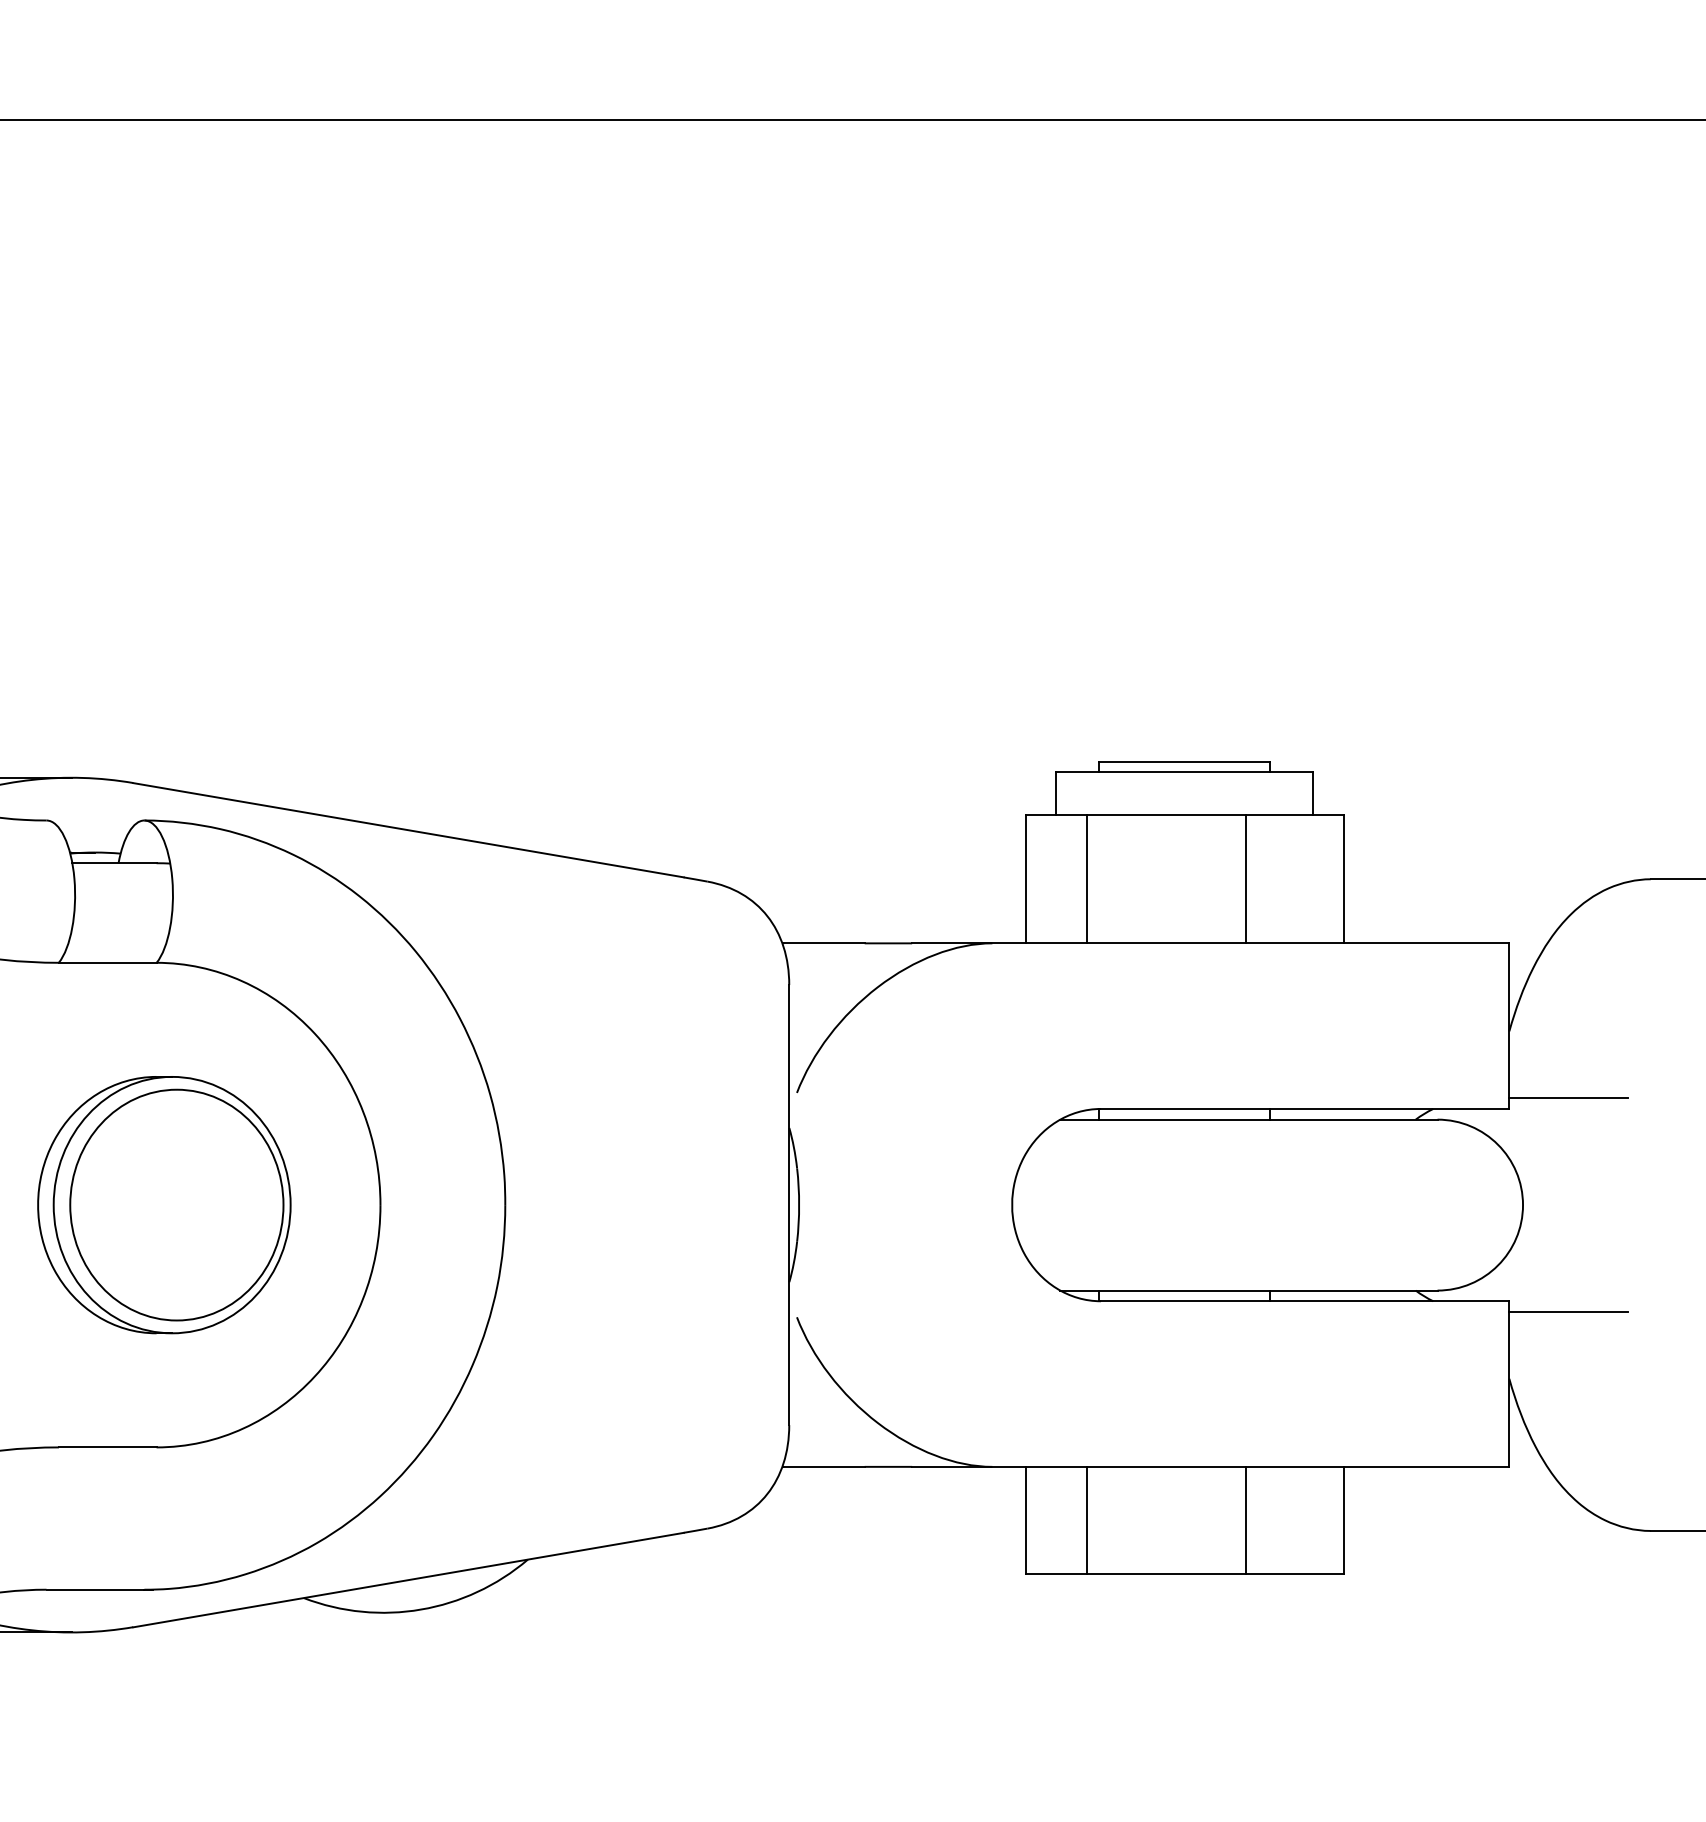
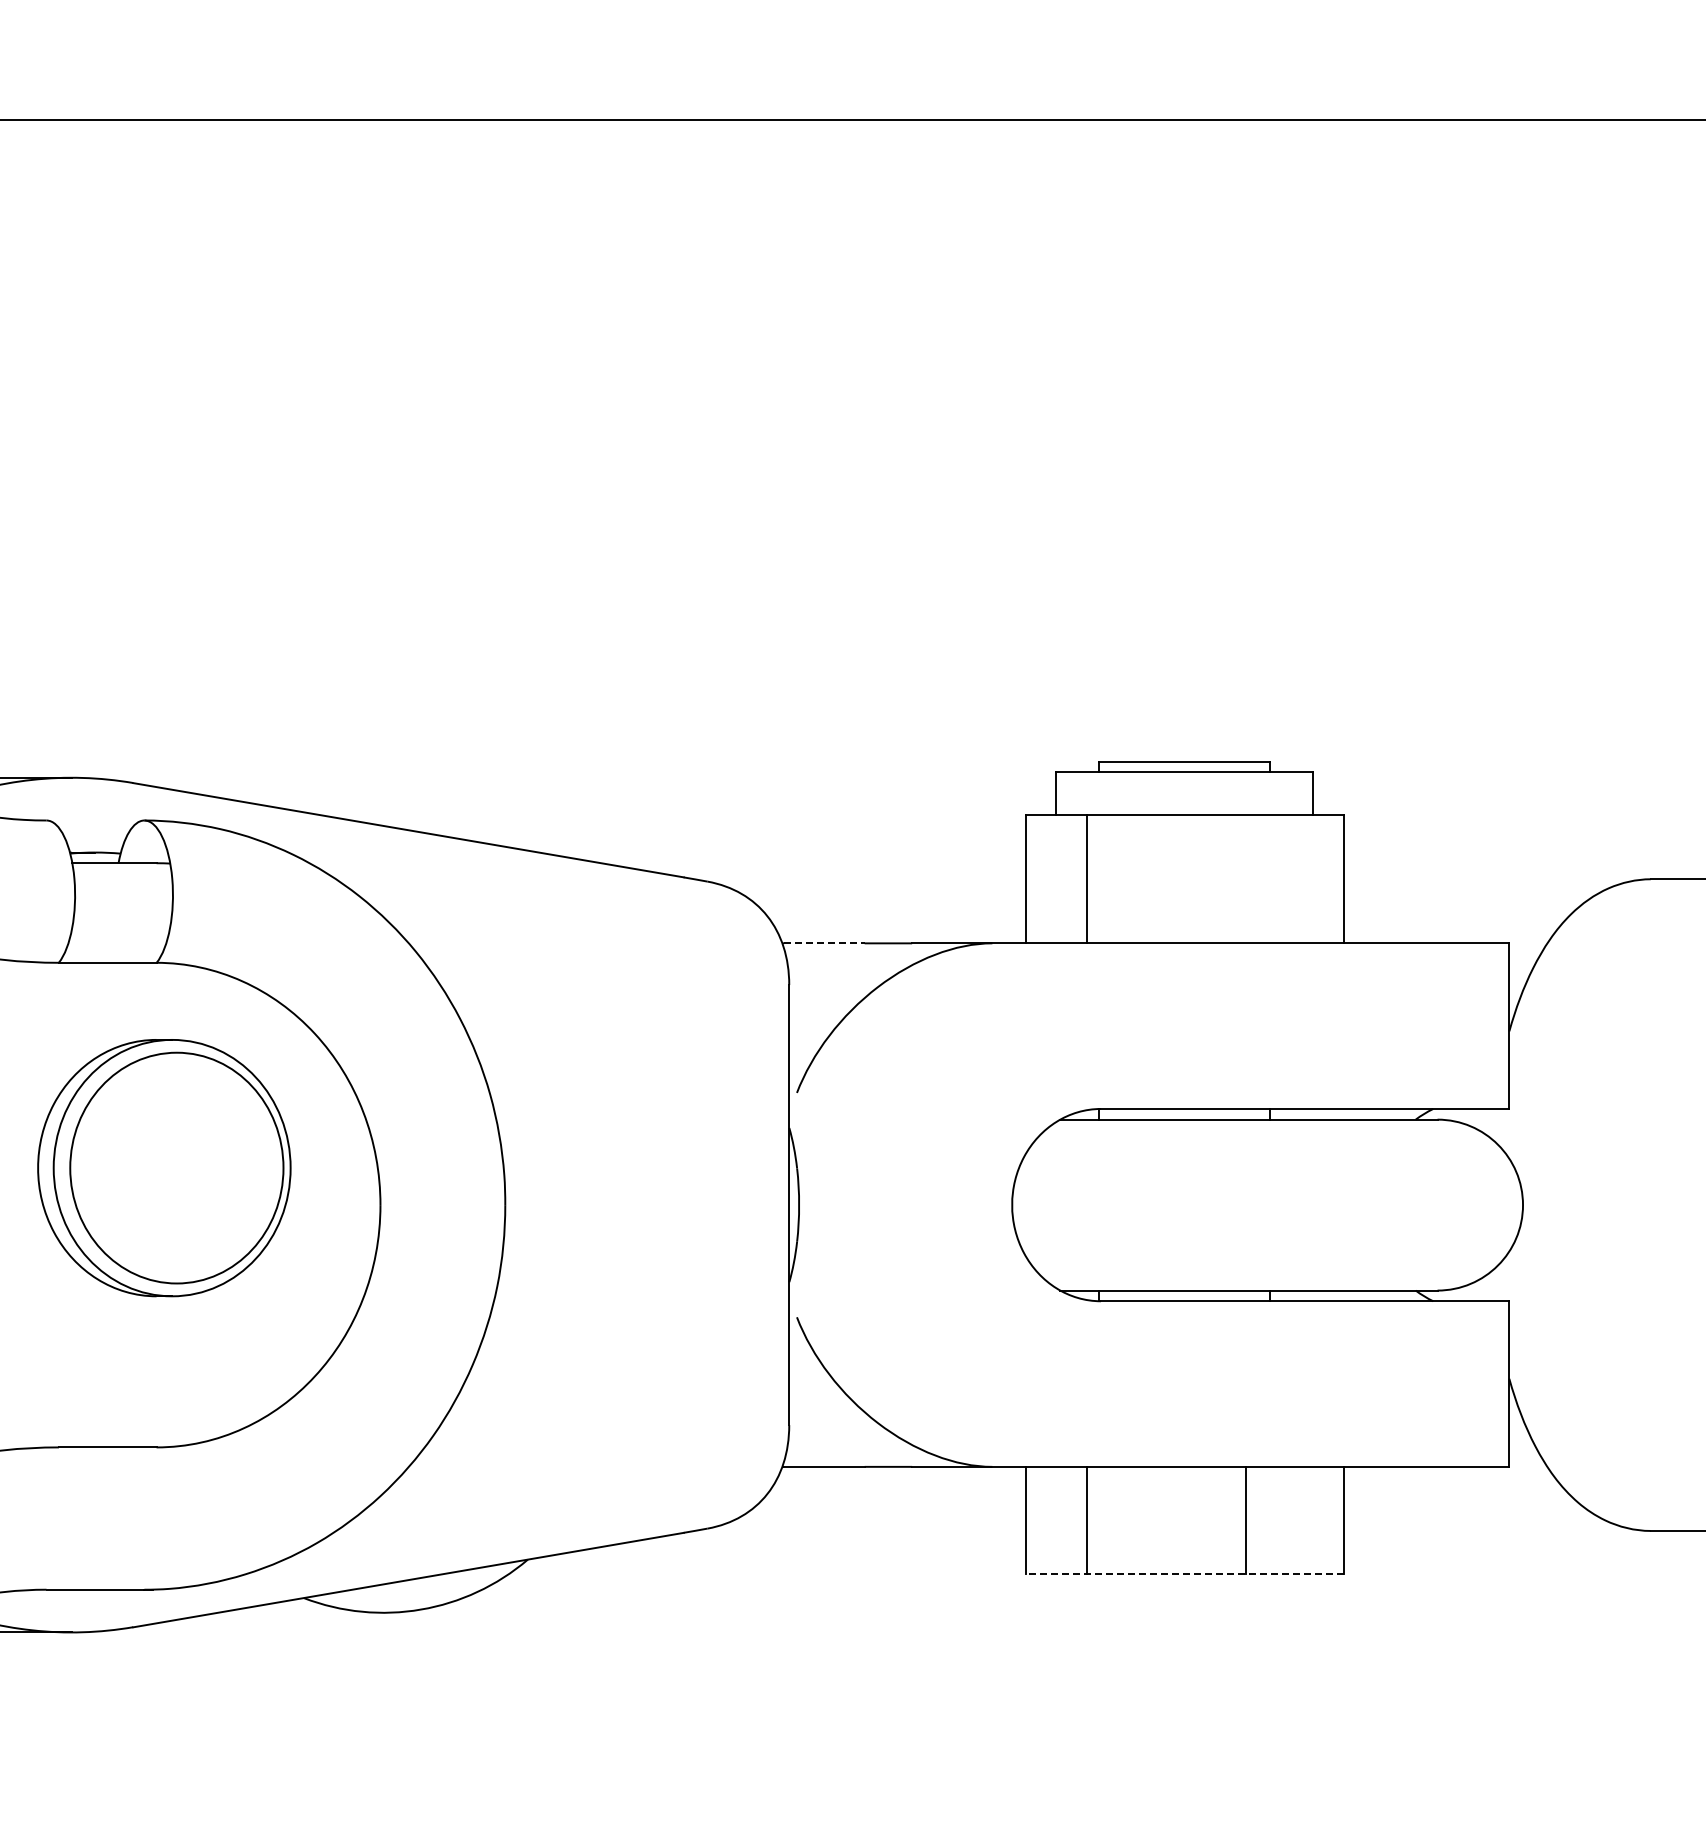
line at (1245, 879): present -> none
line at (824, 943): solid -> dashed
line at (1568, 1098): present -> none
part at (164, 1205) position: (164, 1205) -> (164, 1168)
line at (1568, 1311): present -> none
line at (1184, 1573): solid -> dashed
